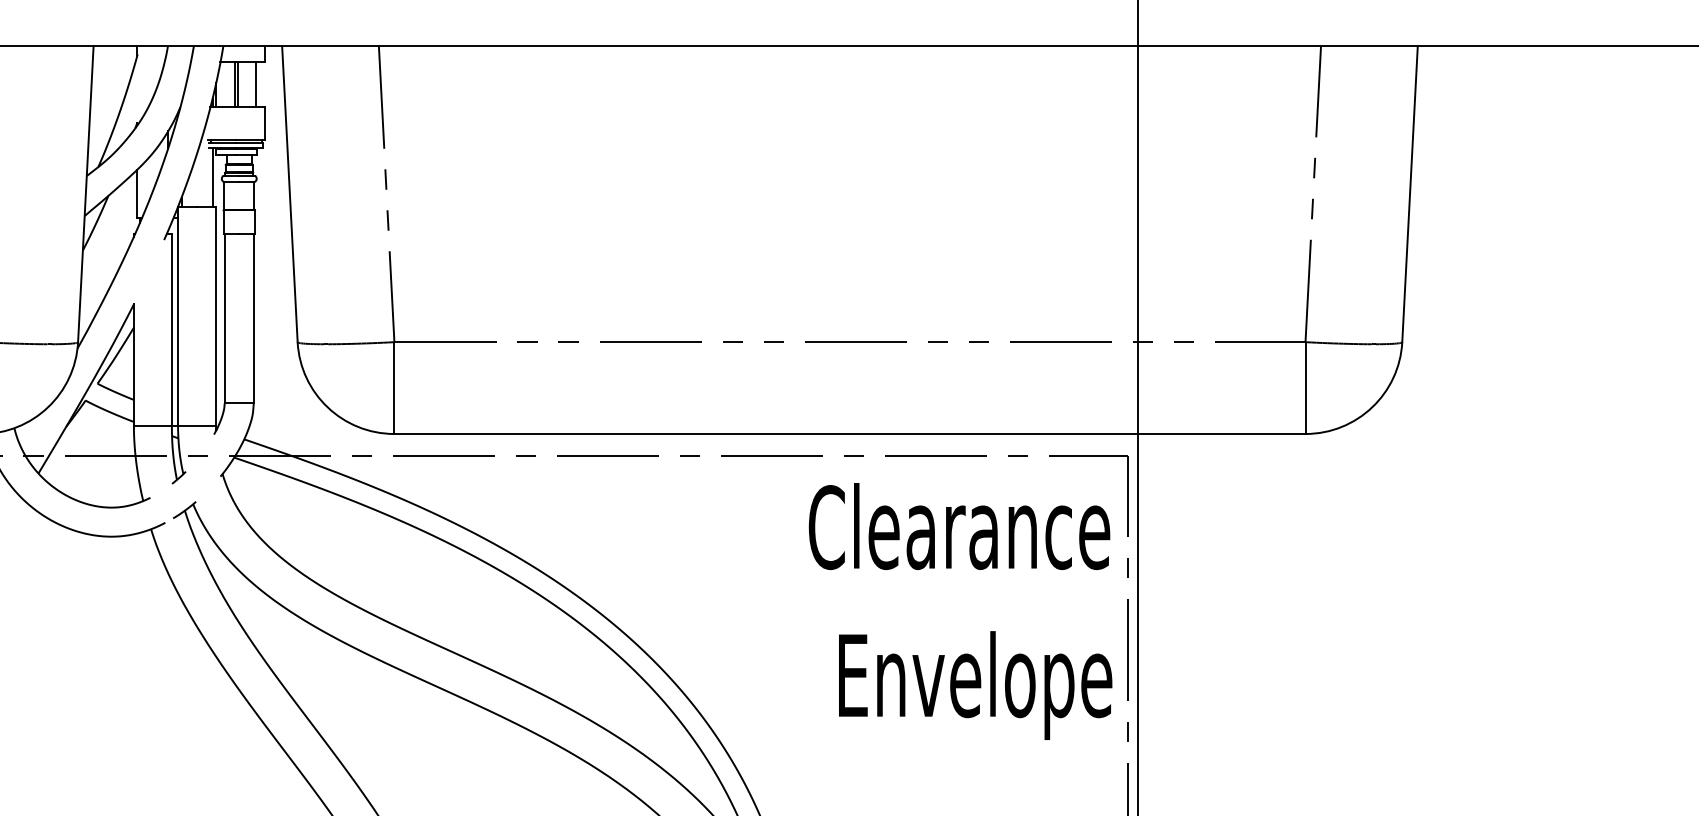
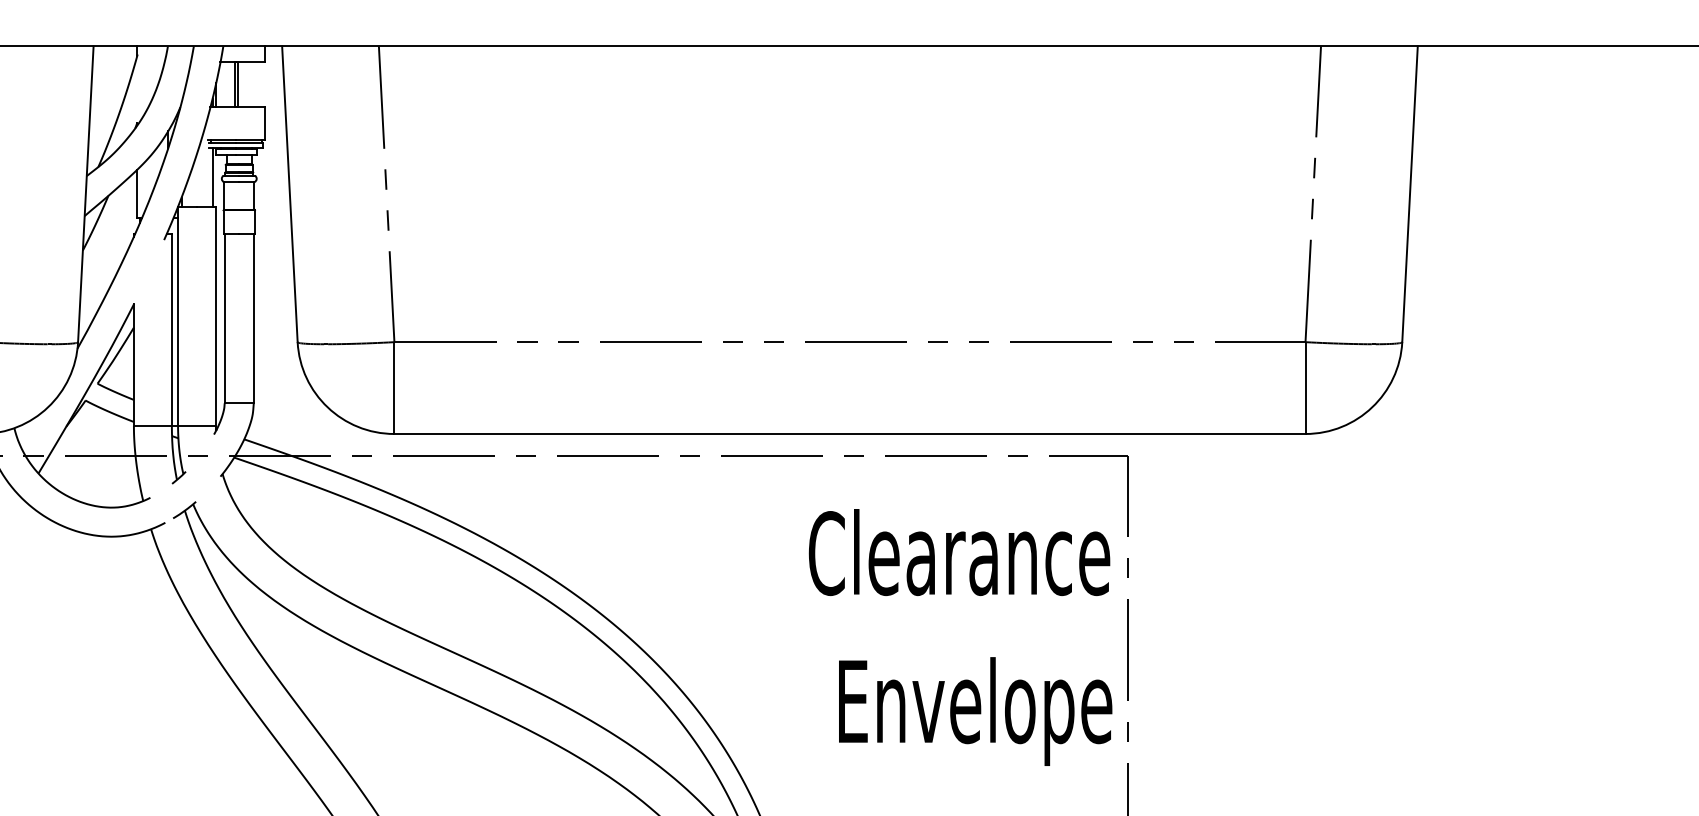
line at (256, 84): present -> none
line at (1137, 407): present -> none
text at (960, 611) position: (960, 611) -> (960, 637)
